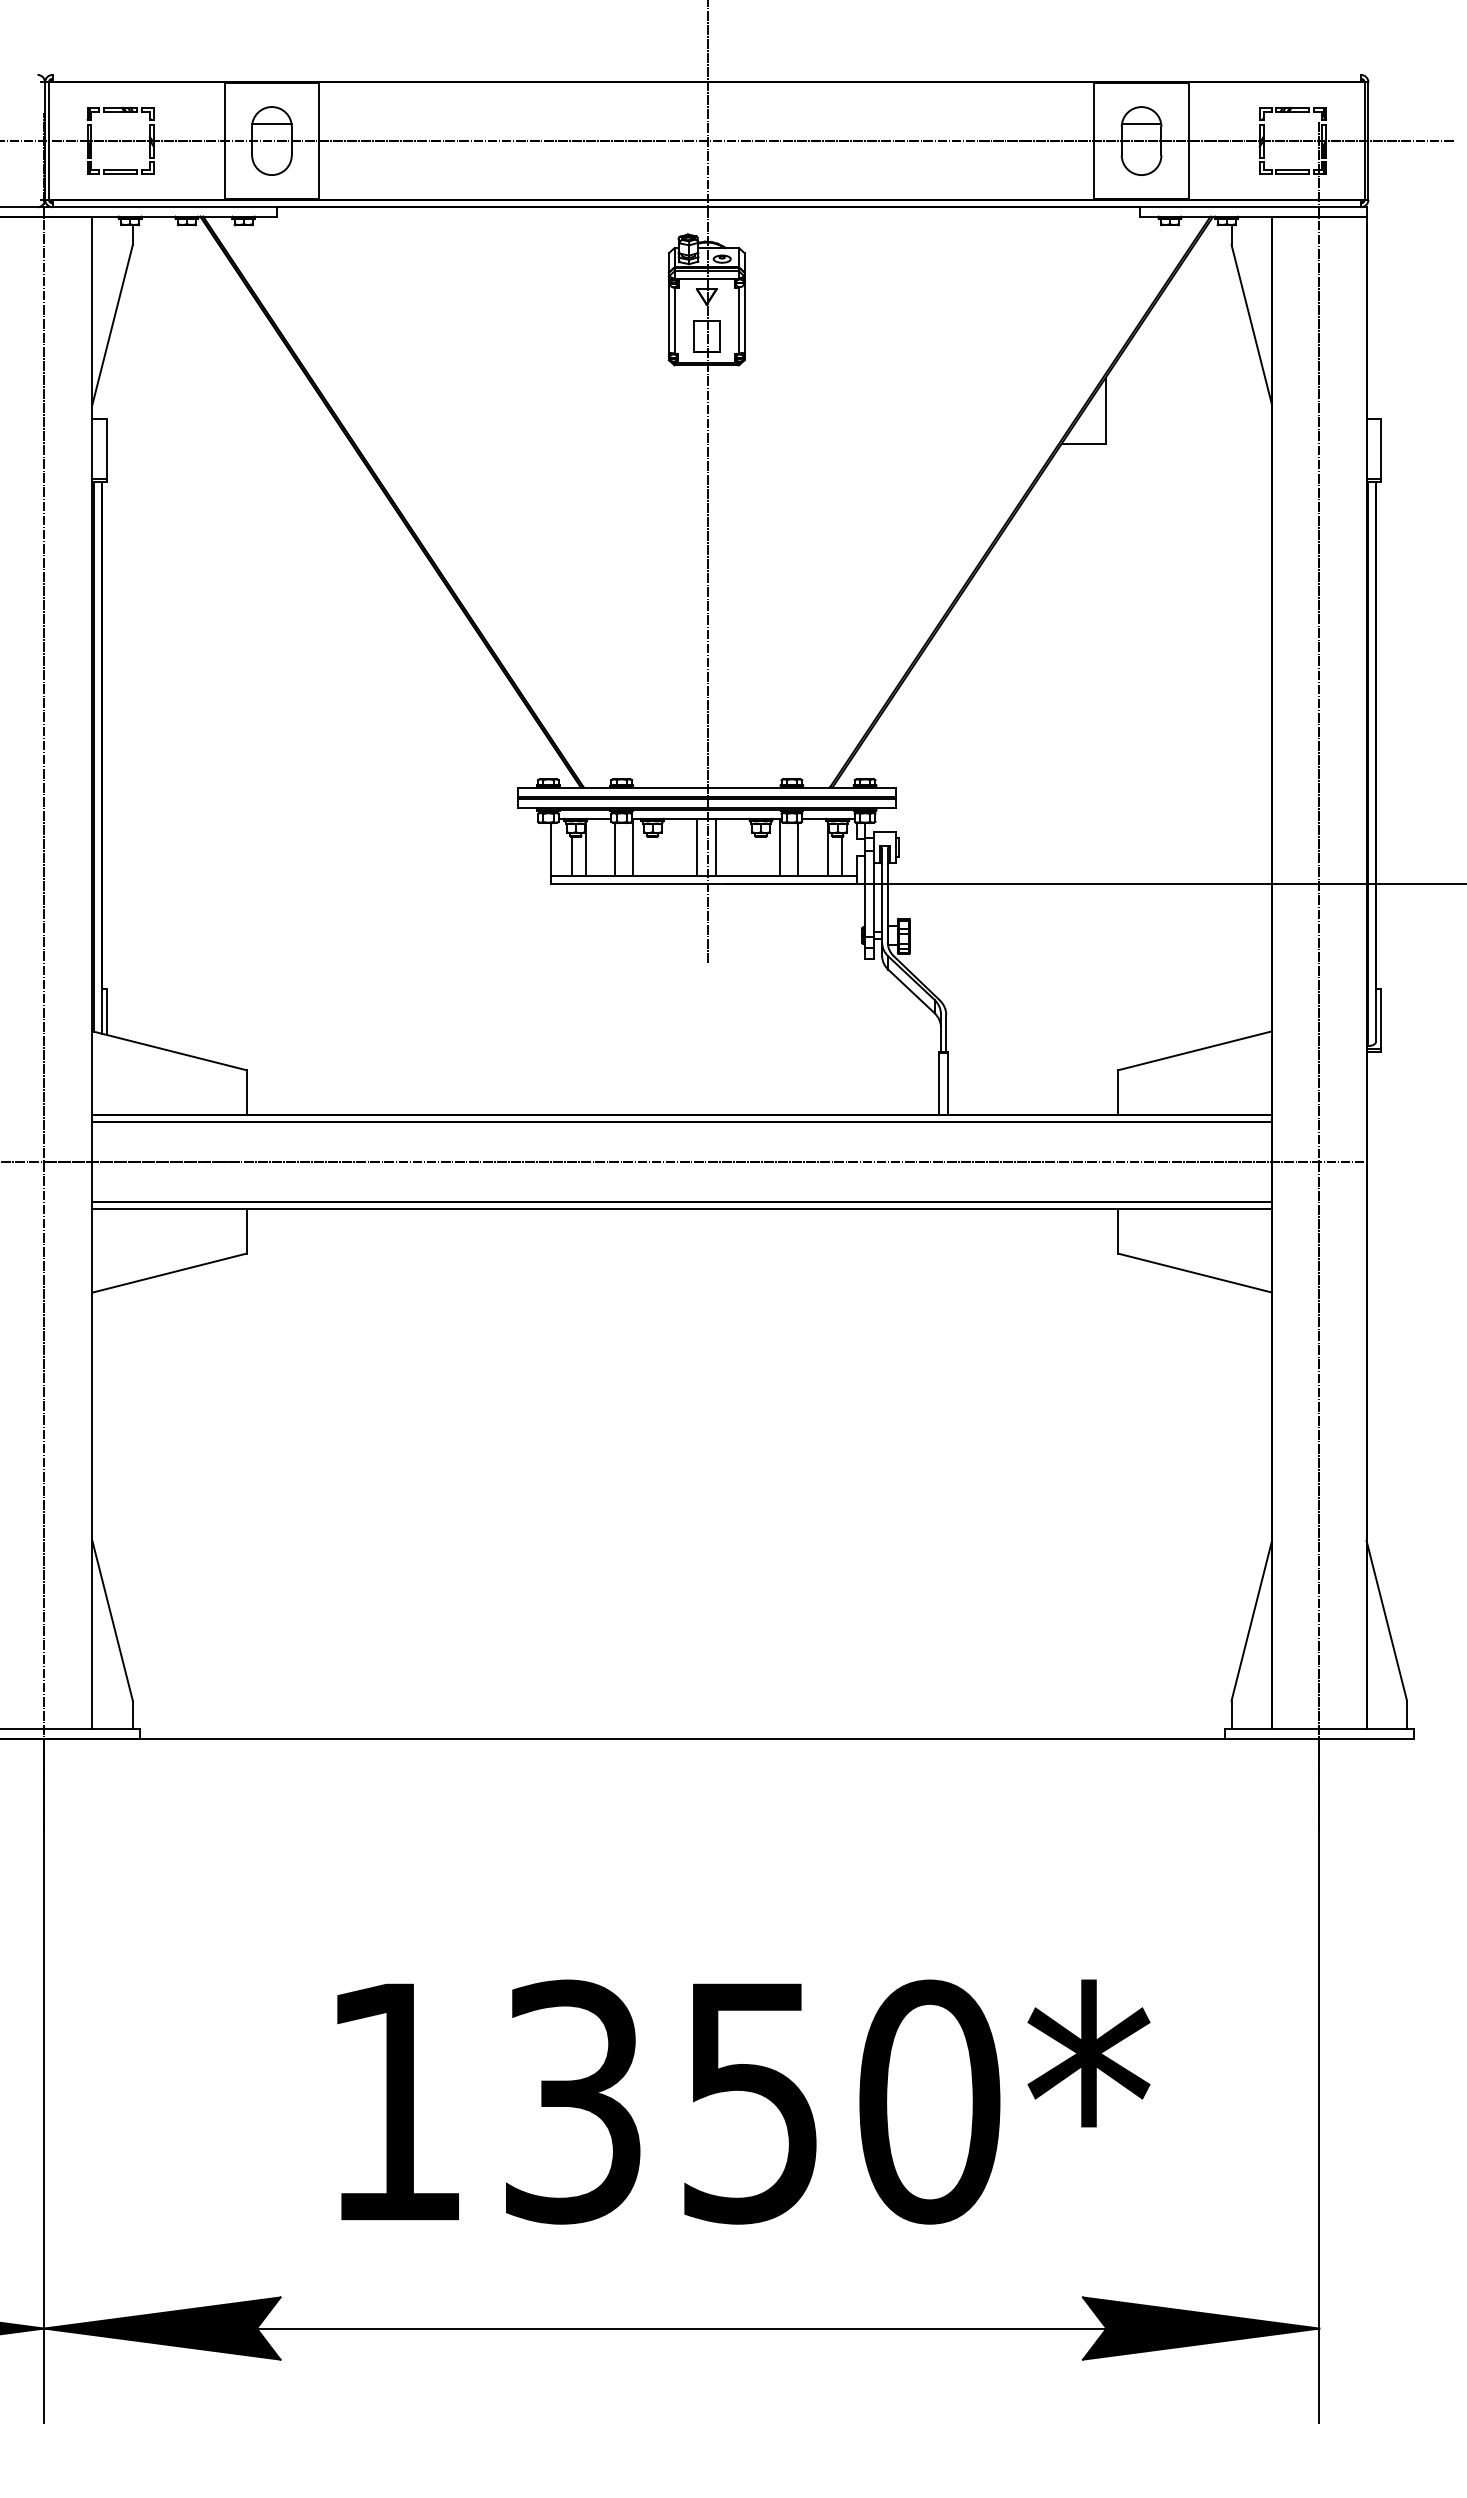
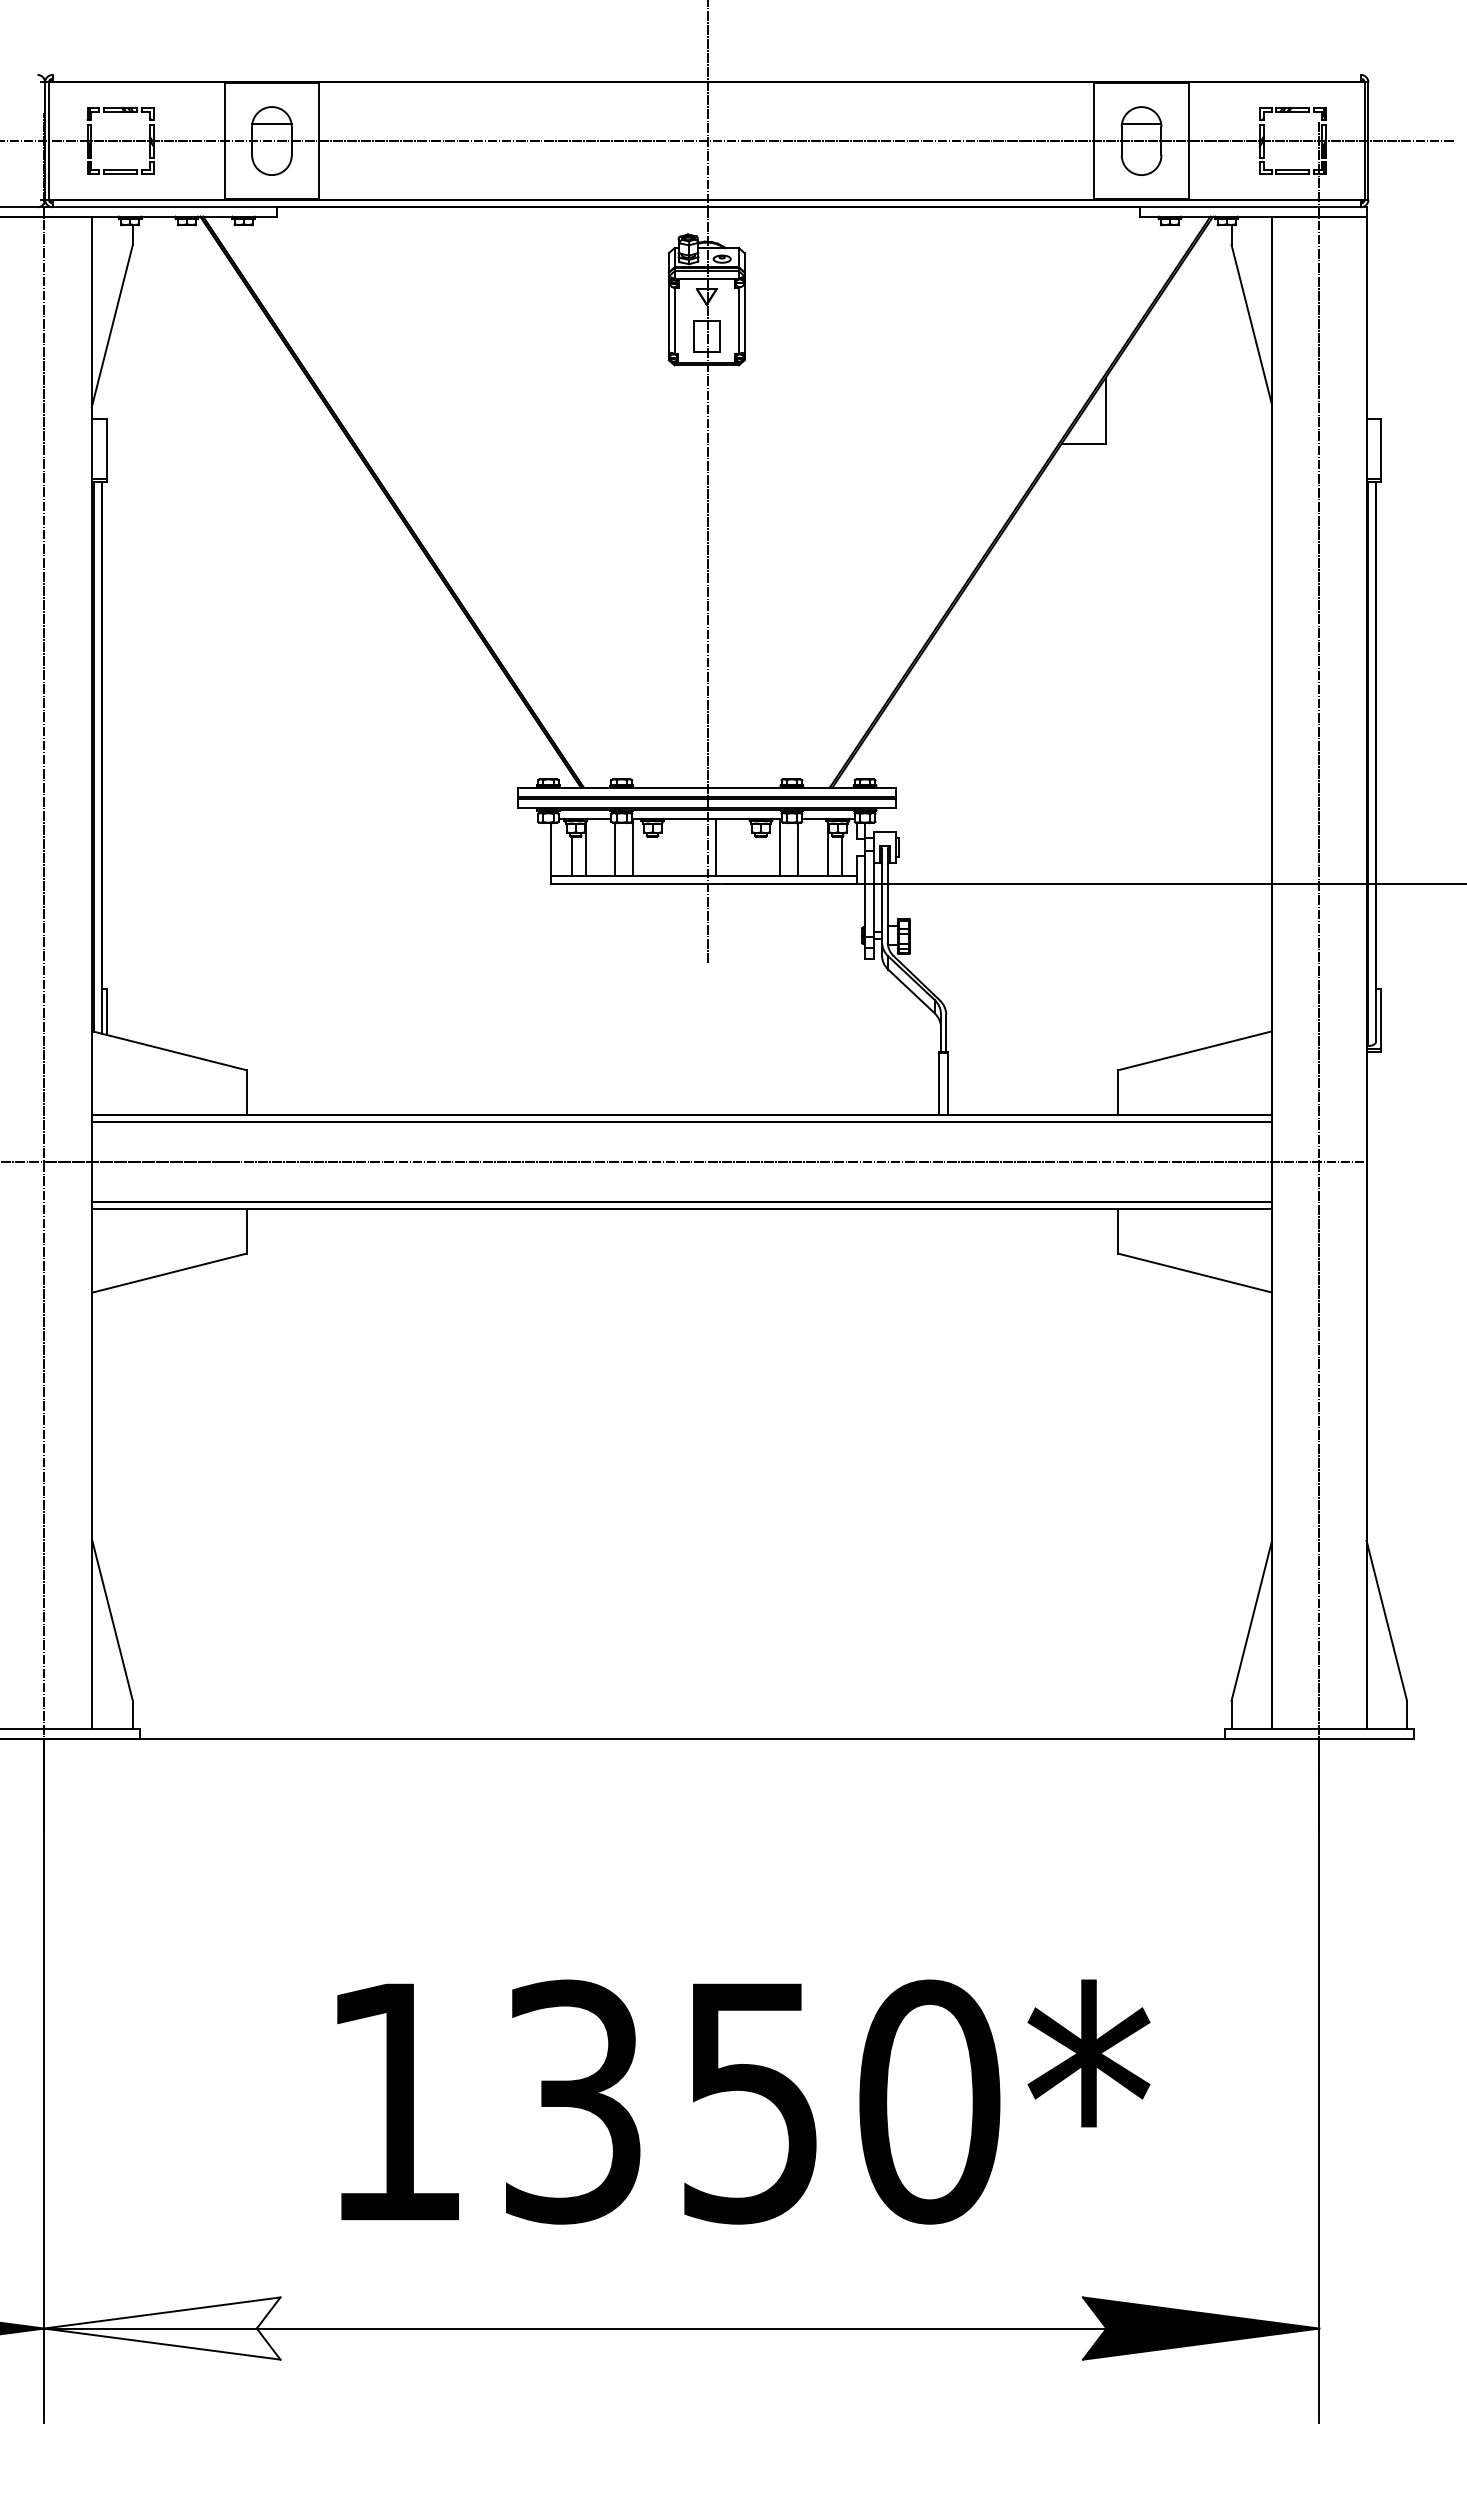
line at (697, 846): present -> none
fill at (162, 2328): present -> none
